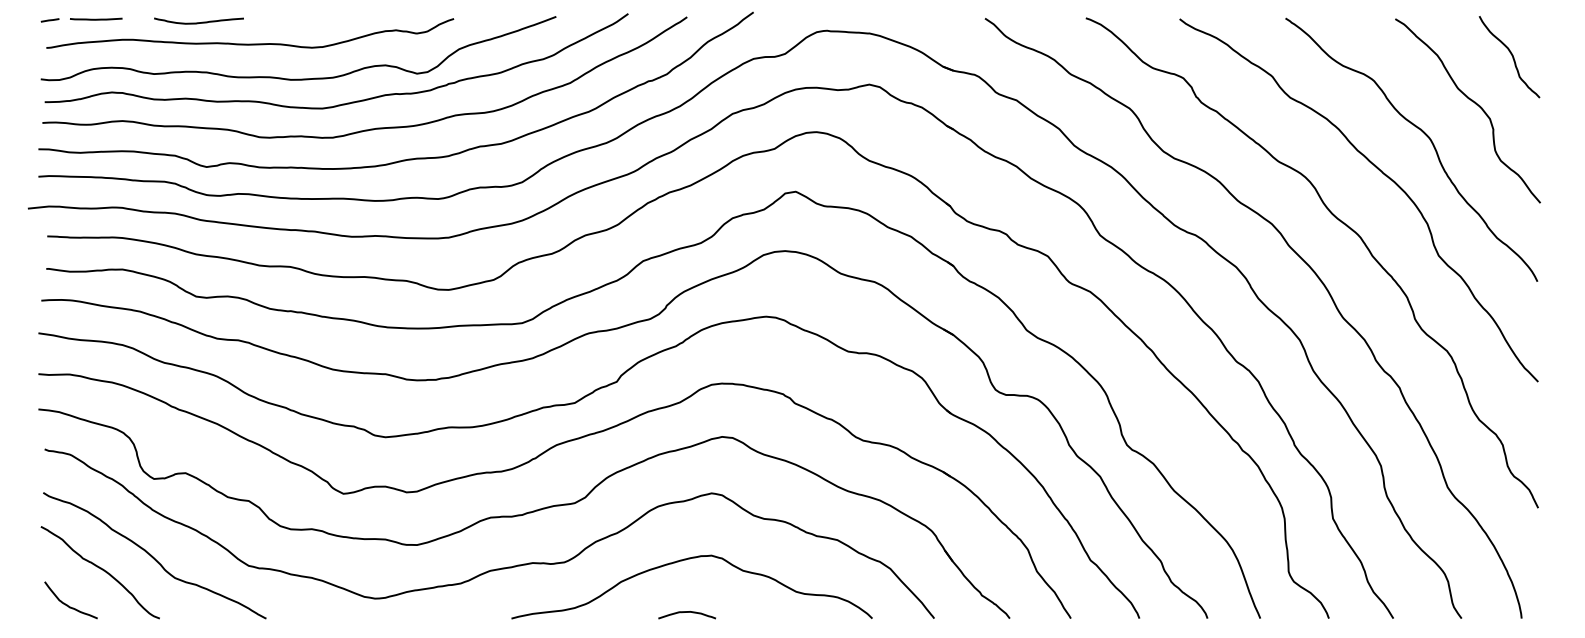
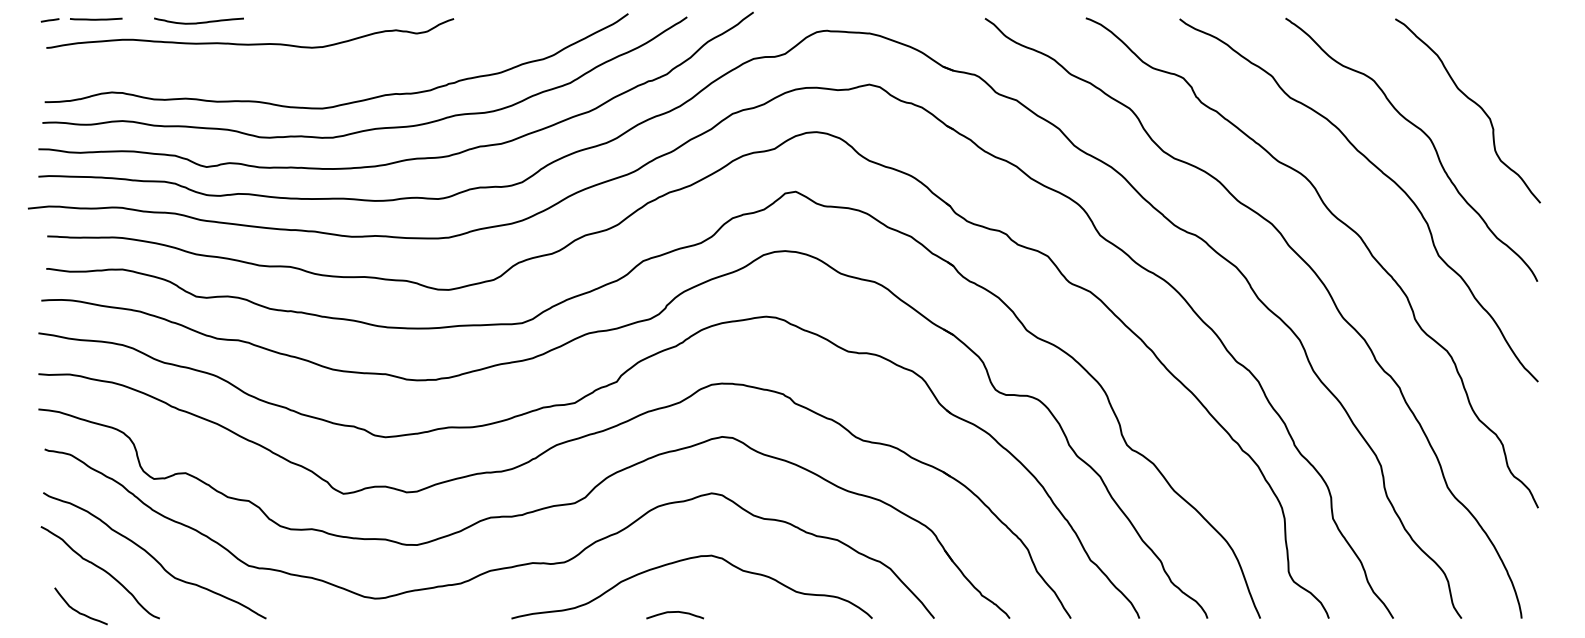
curve at (1511, 55): present -> none
curve at (298, 78): present -> none
curve at (67, 604) position: (67, 604) -> (77, 610)
curve at (686, 612) position: (686, 612) -> (674, 612)
